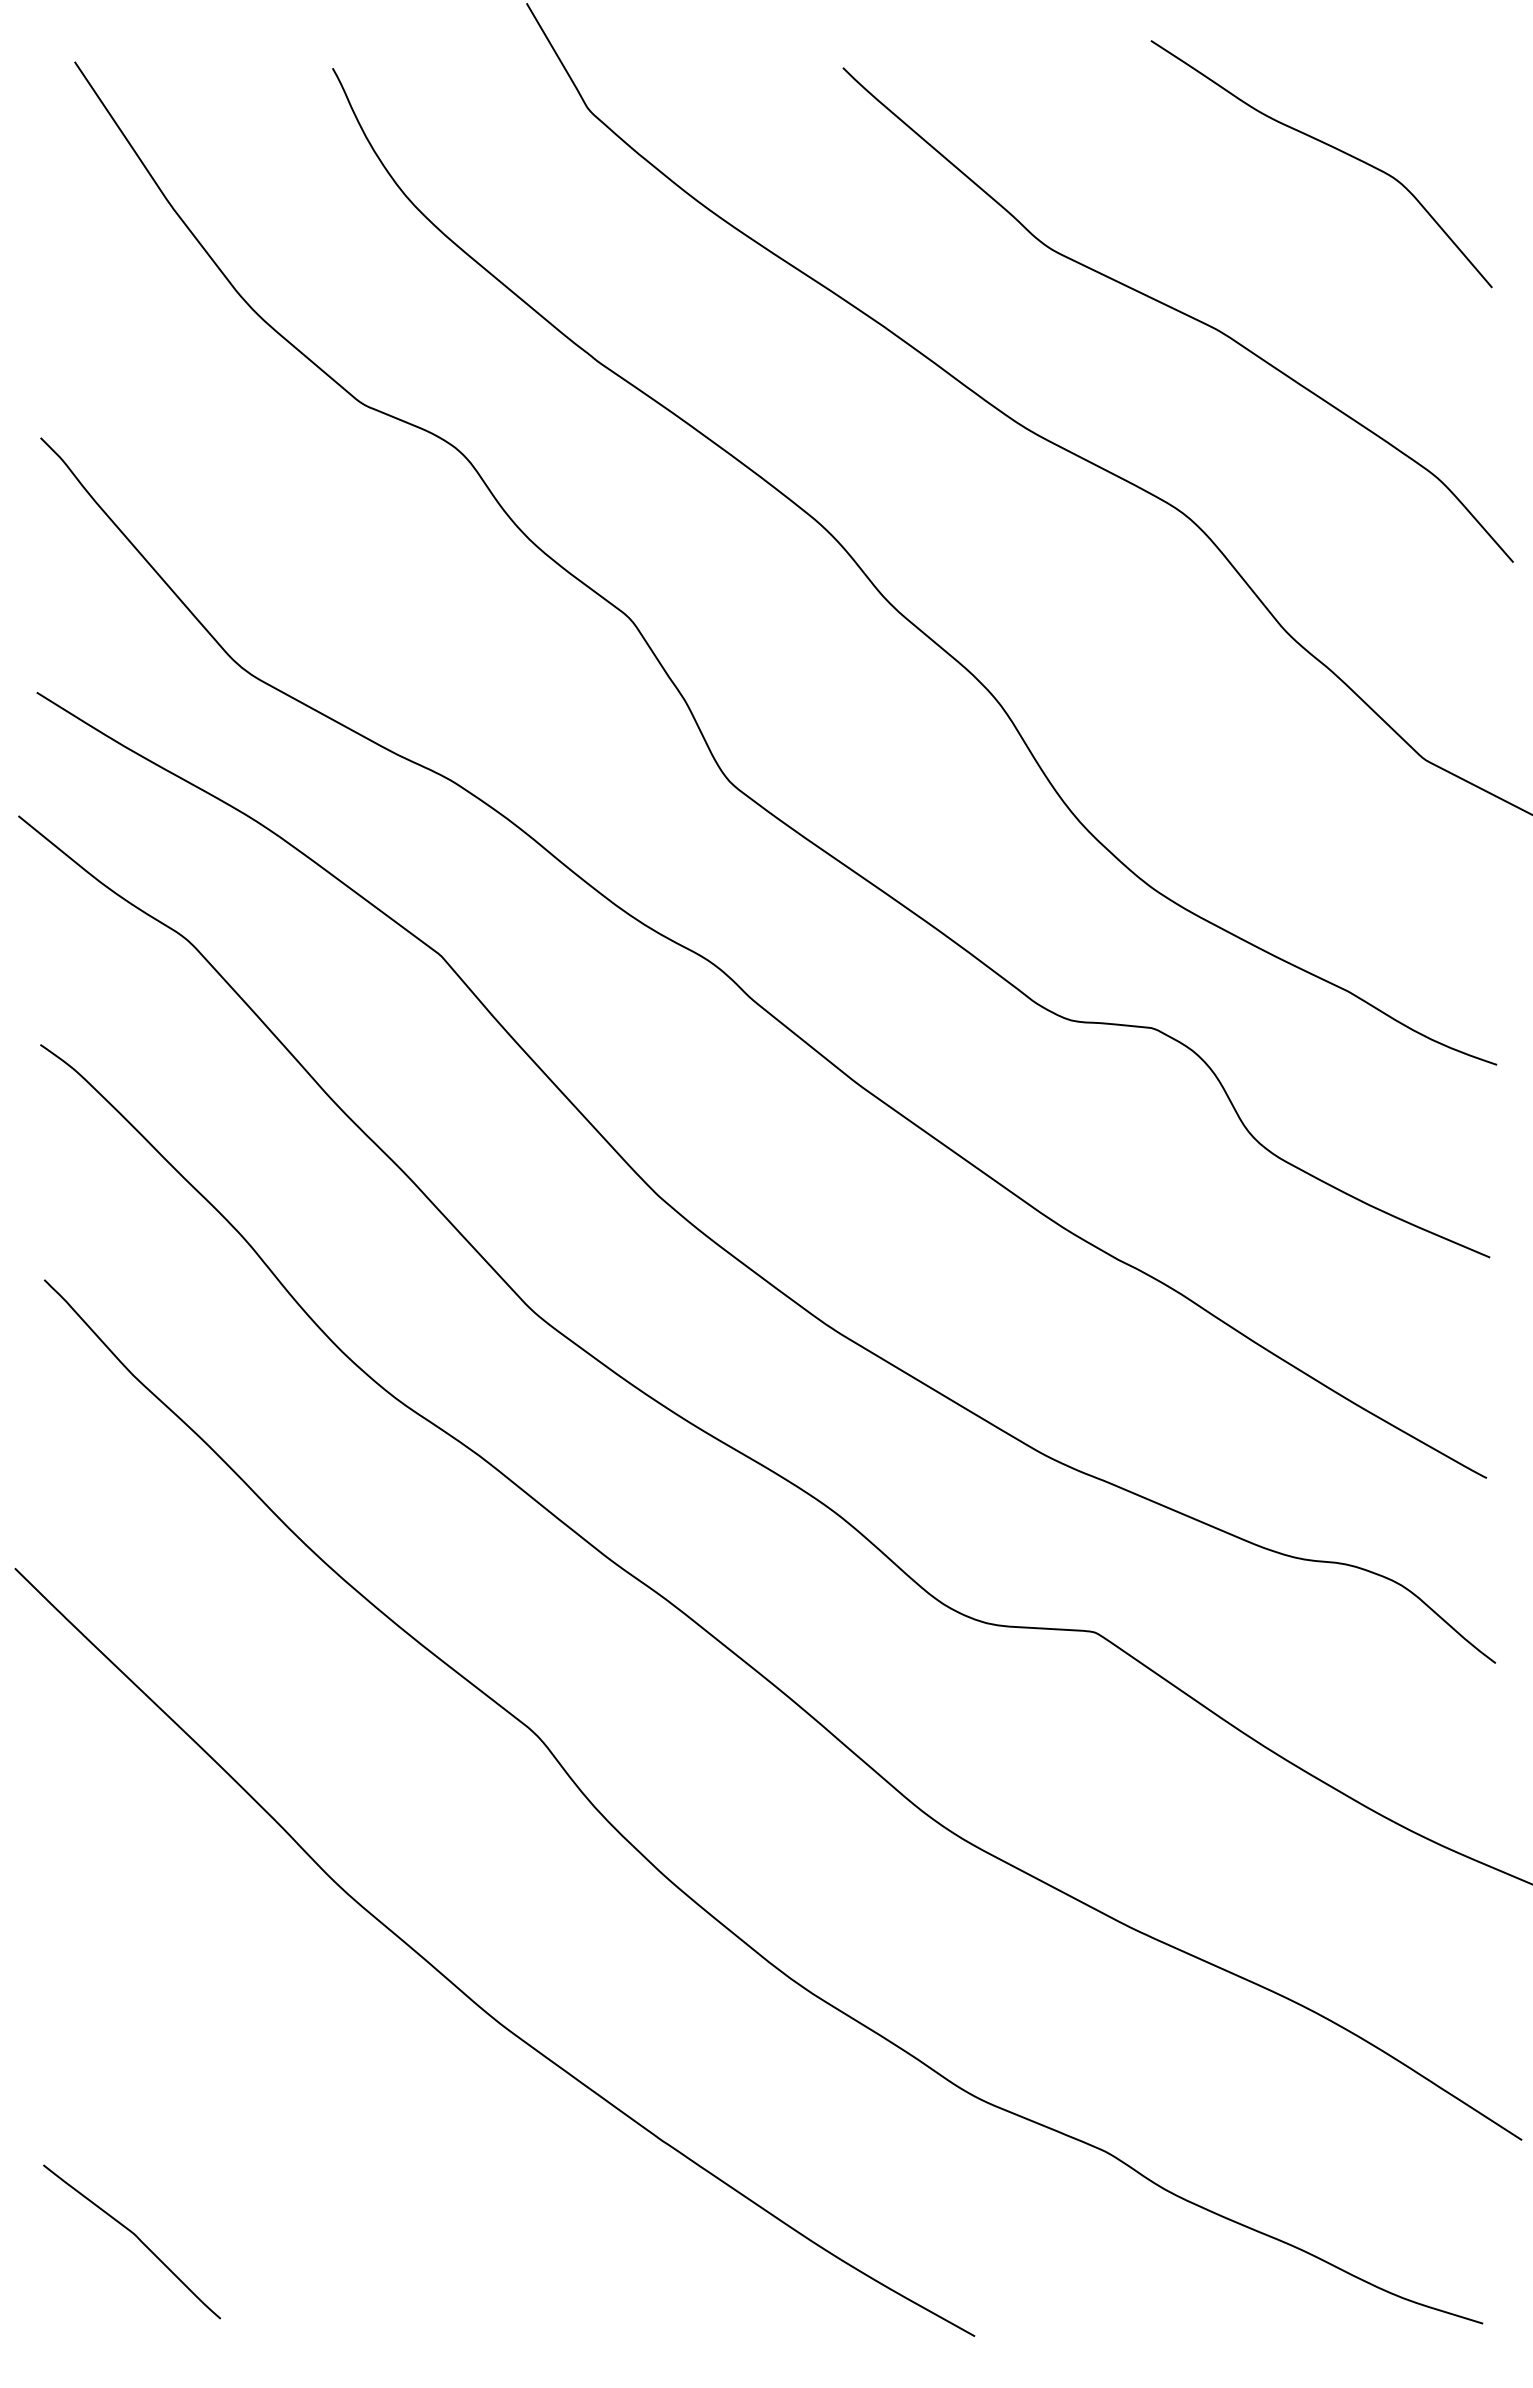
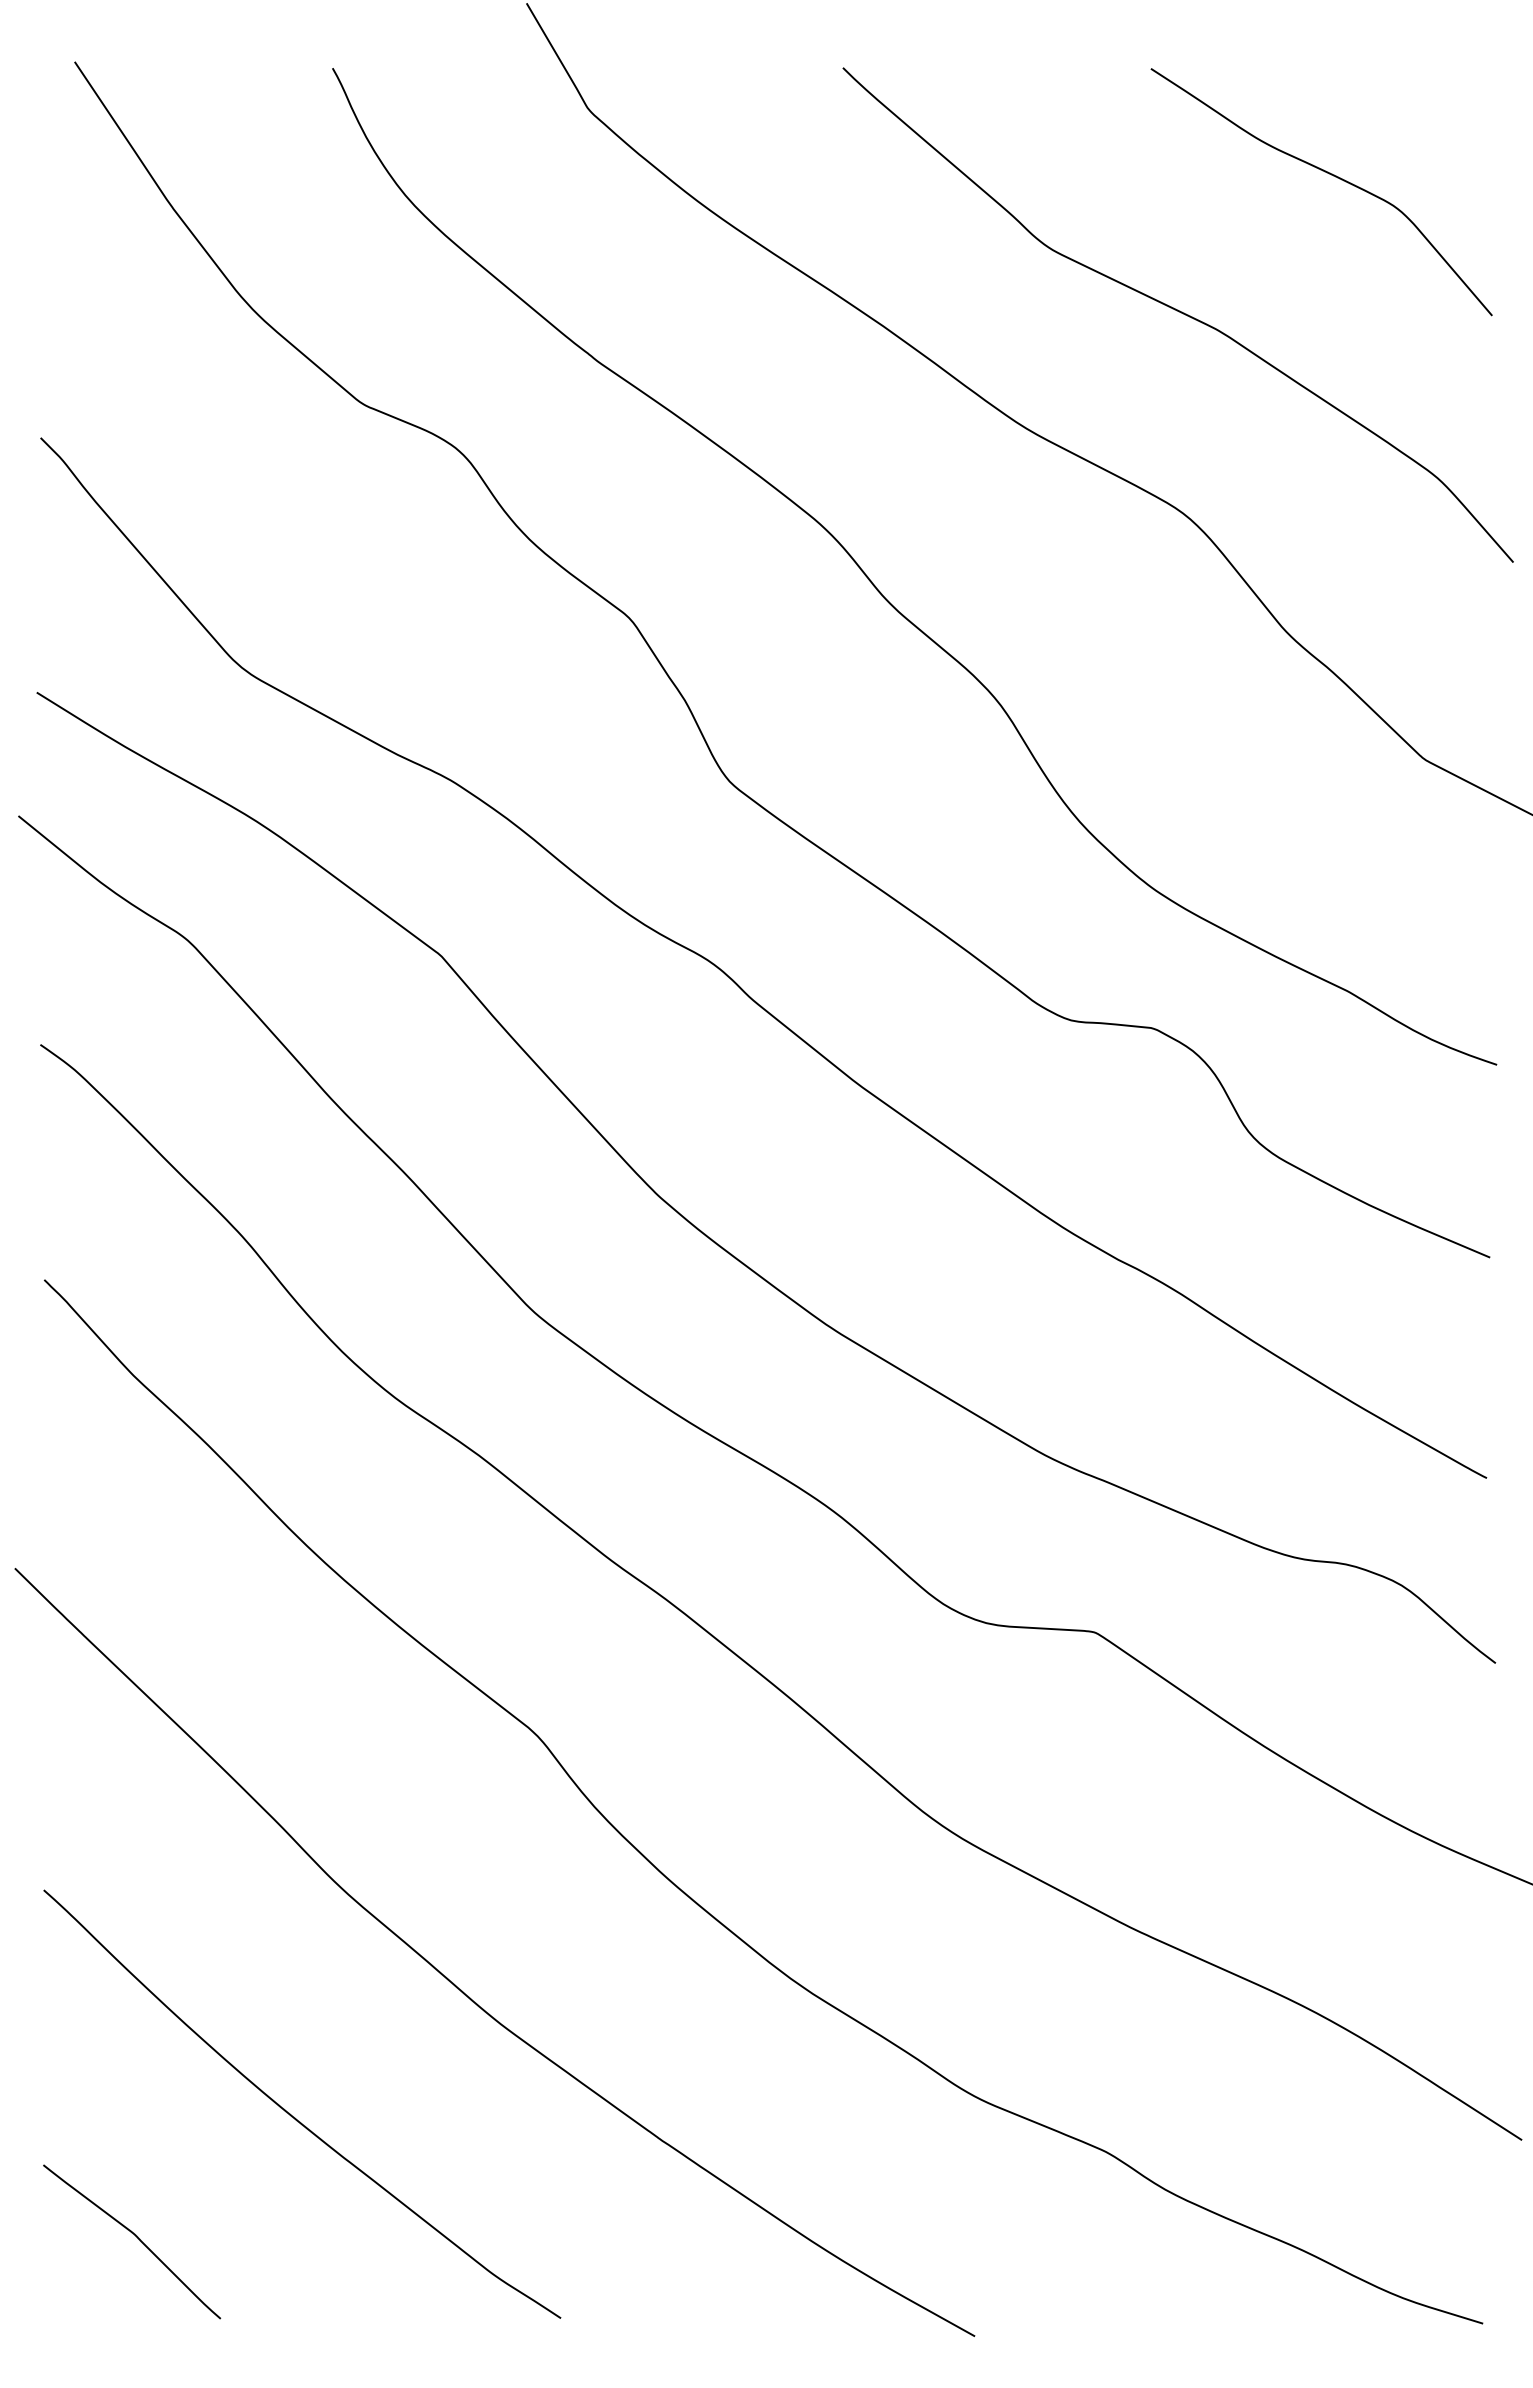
curve at (1329, 146) position: (1329, 146) -> (1329, 174)
curve at (291, 2114): none -> present
